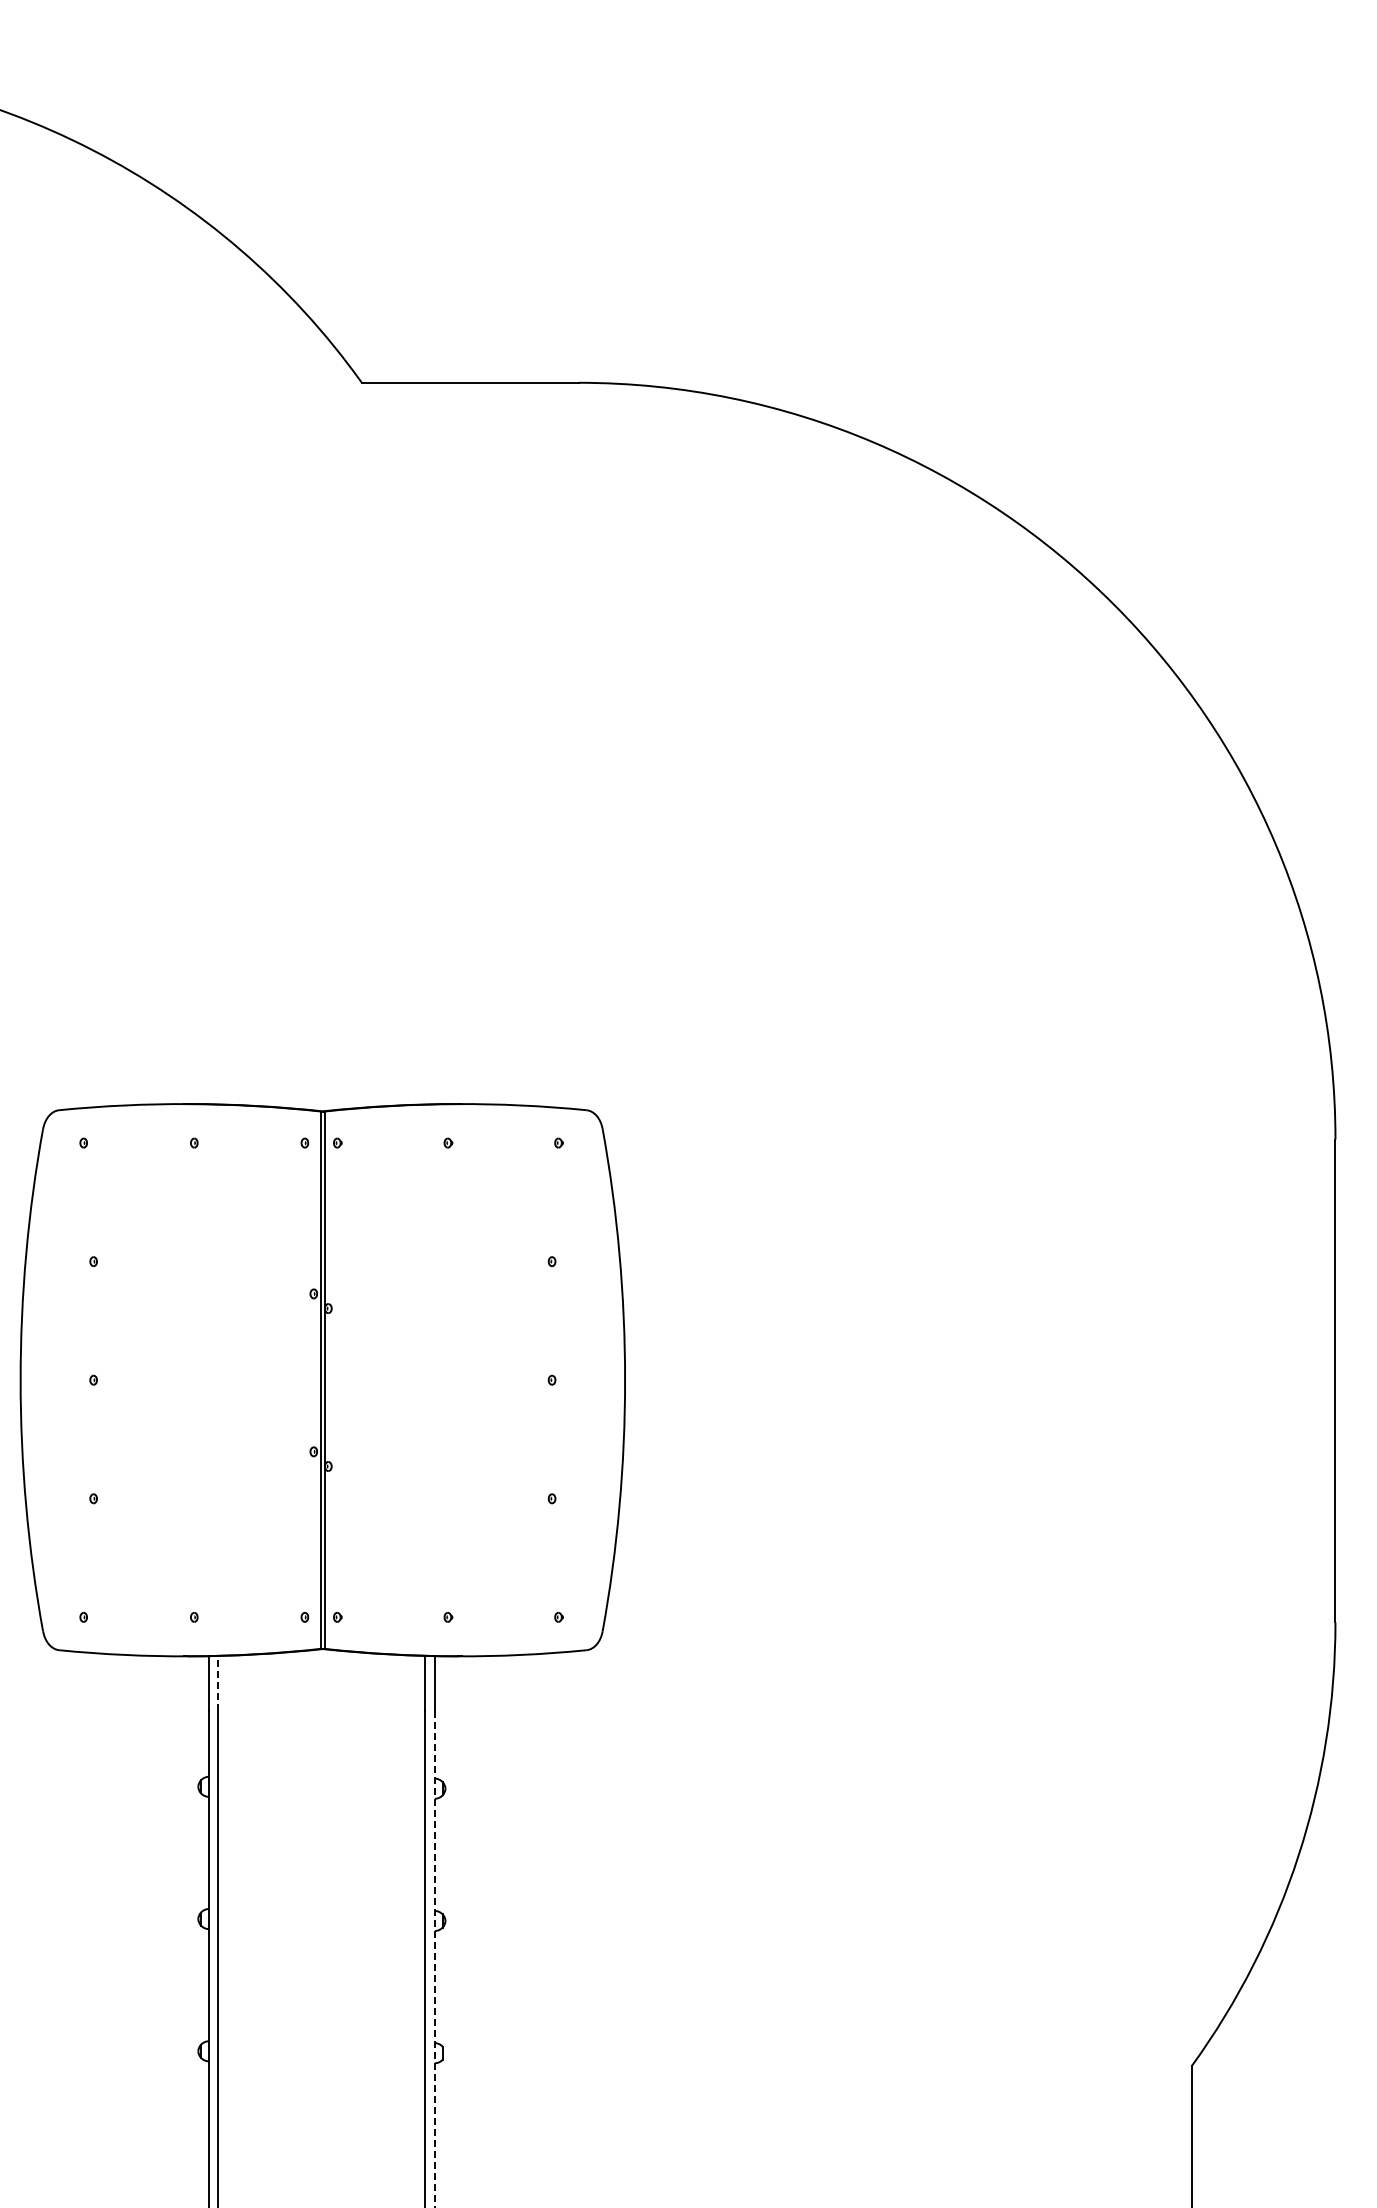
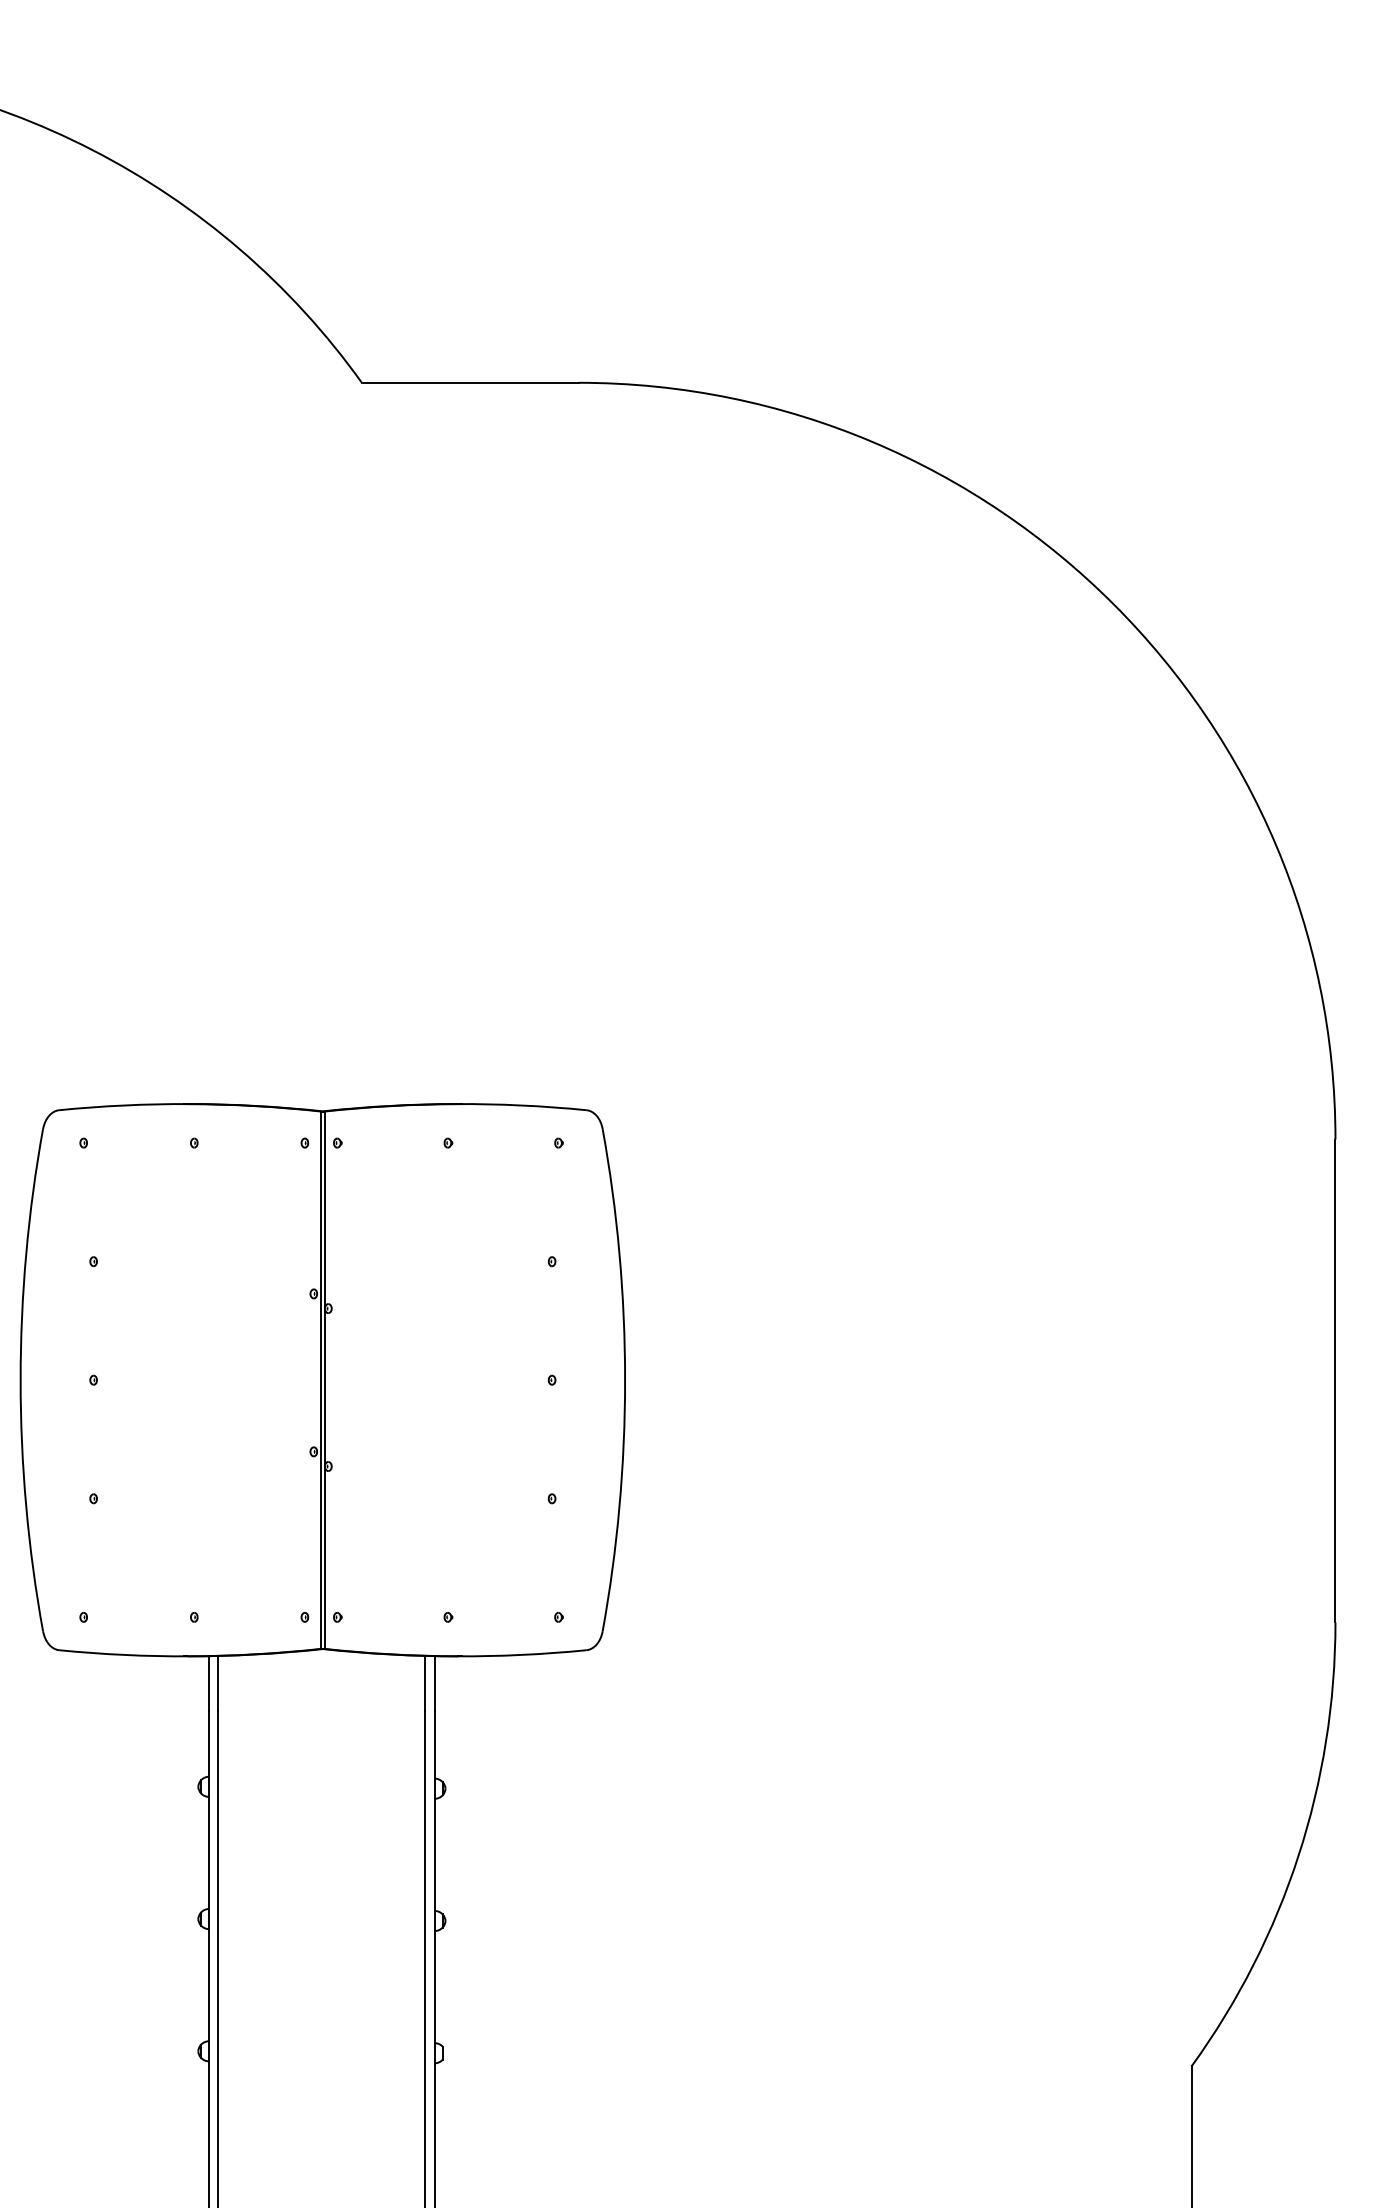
line at (218, 1682): dashed -> solid
line at (434, 1958): dashed -> solid
